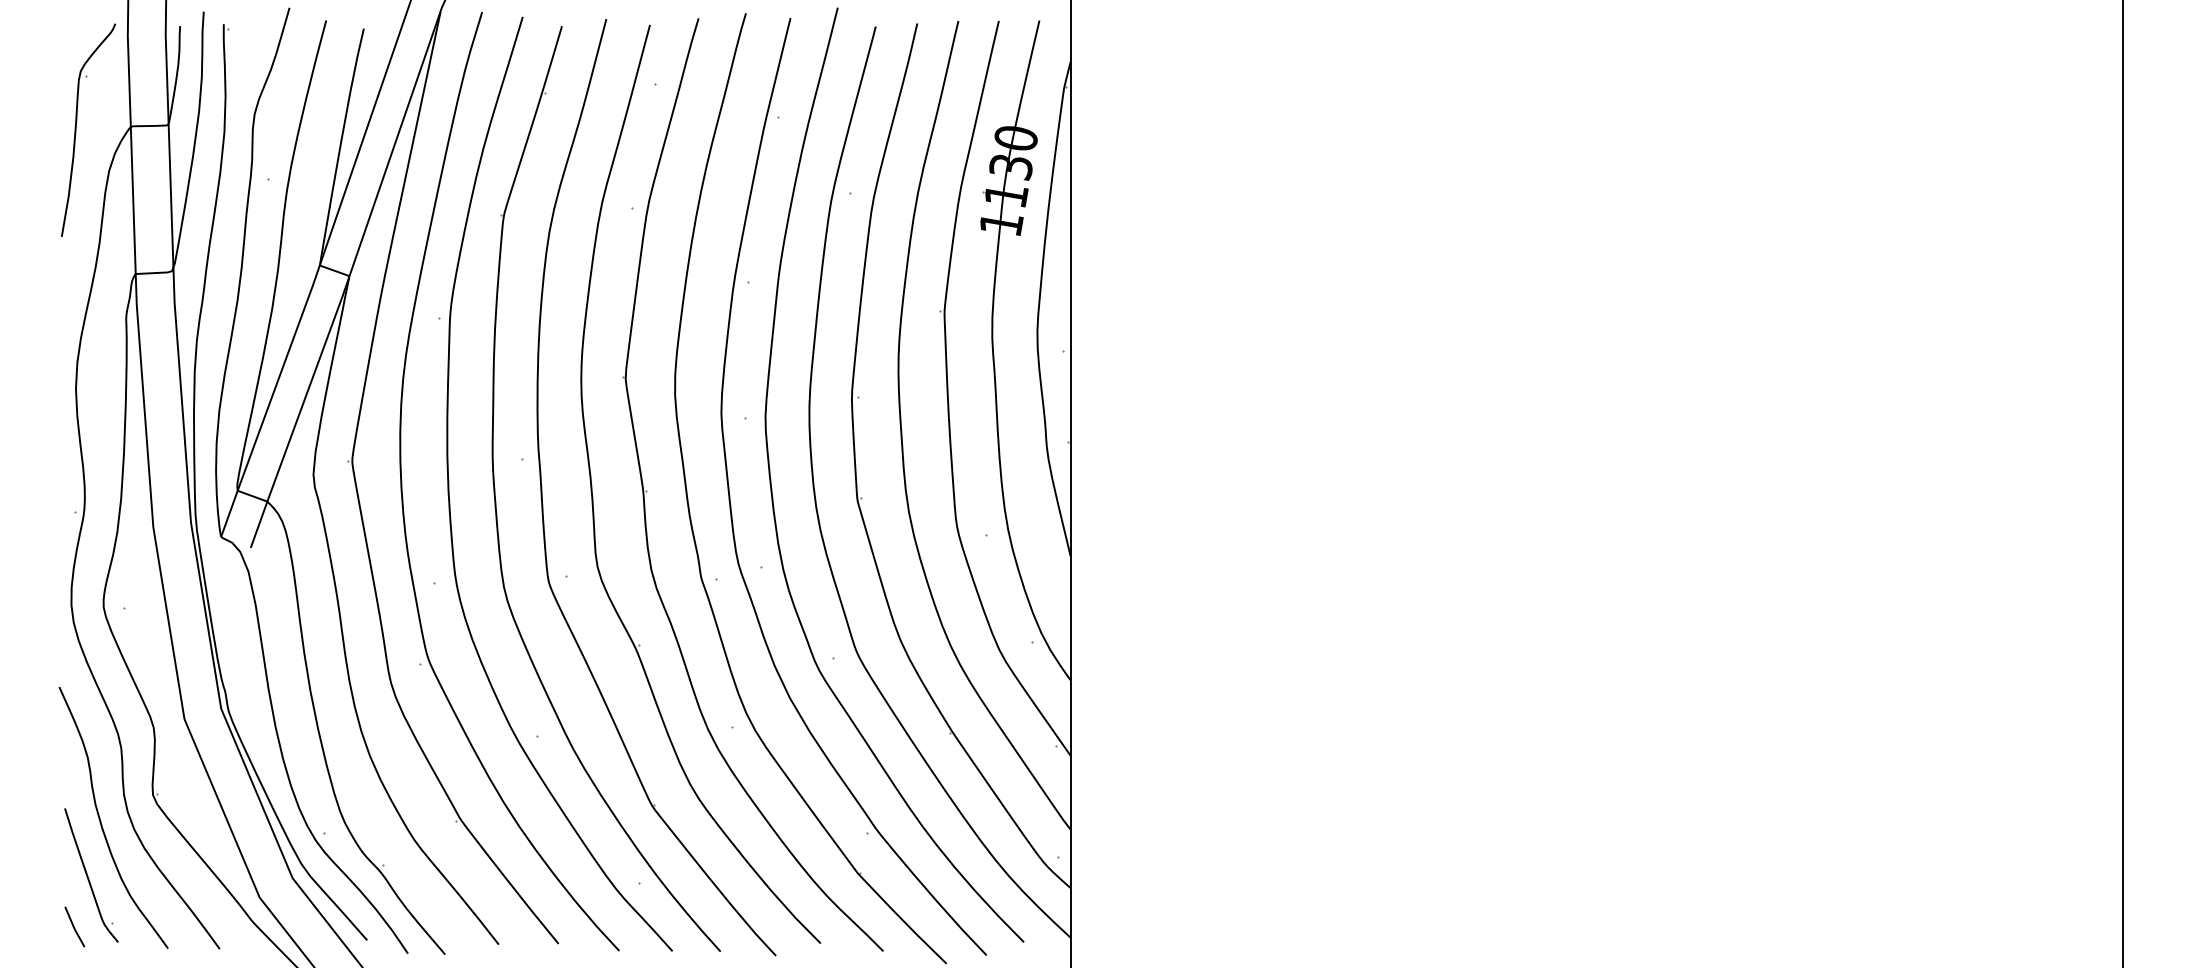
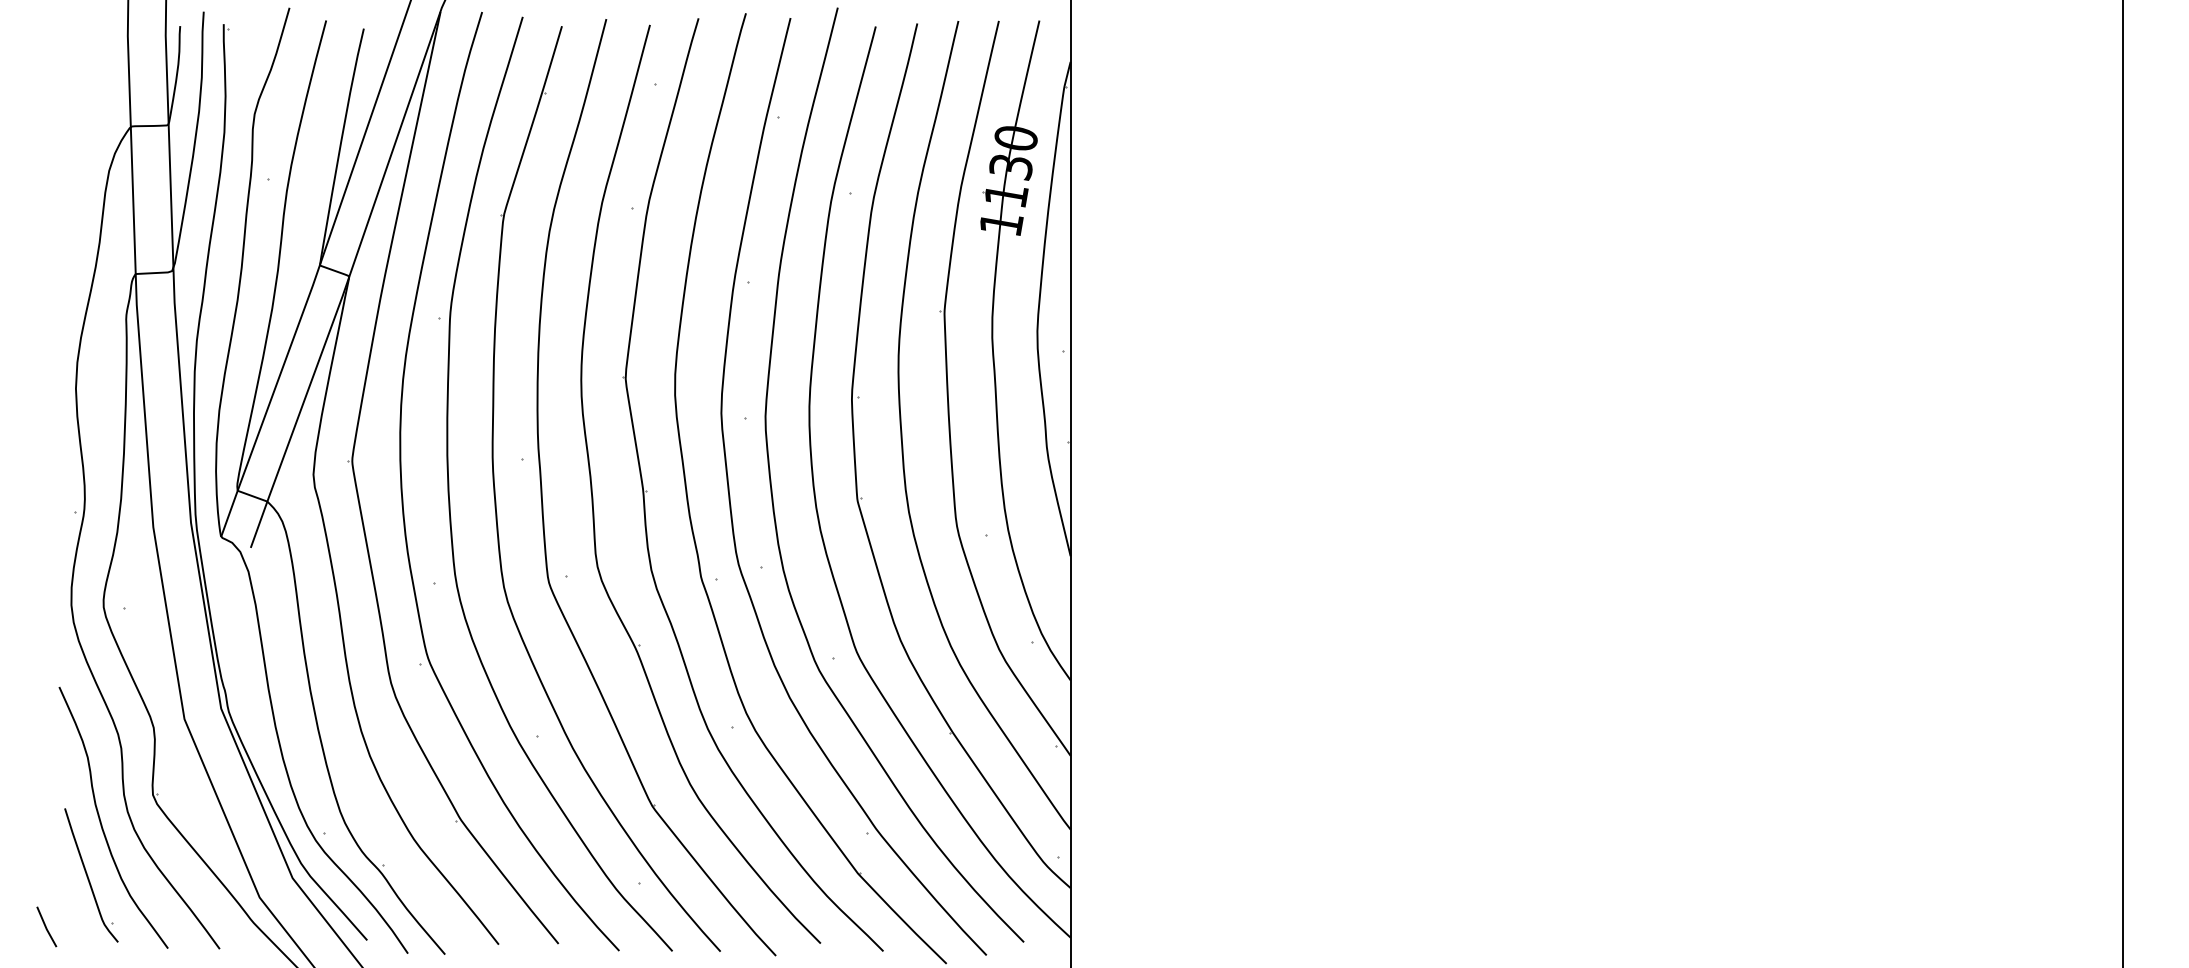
part at (76, 129): present -> none
line at (74, 926) position: (74, 926) -> (46, 926)
